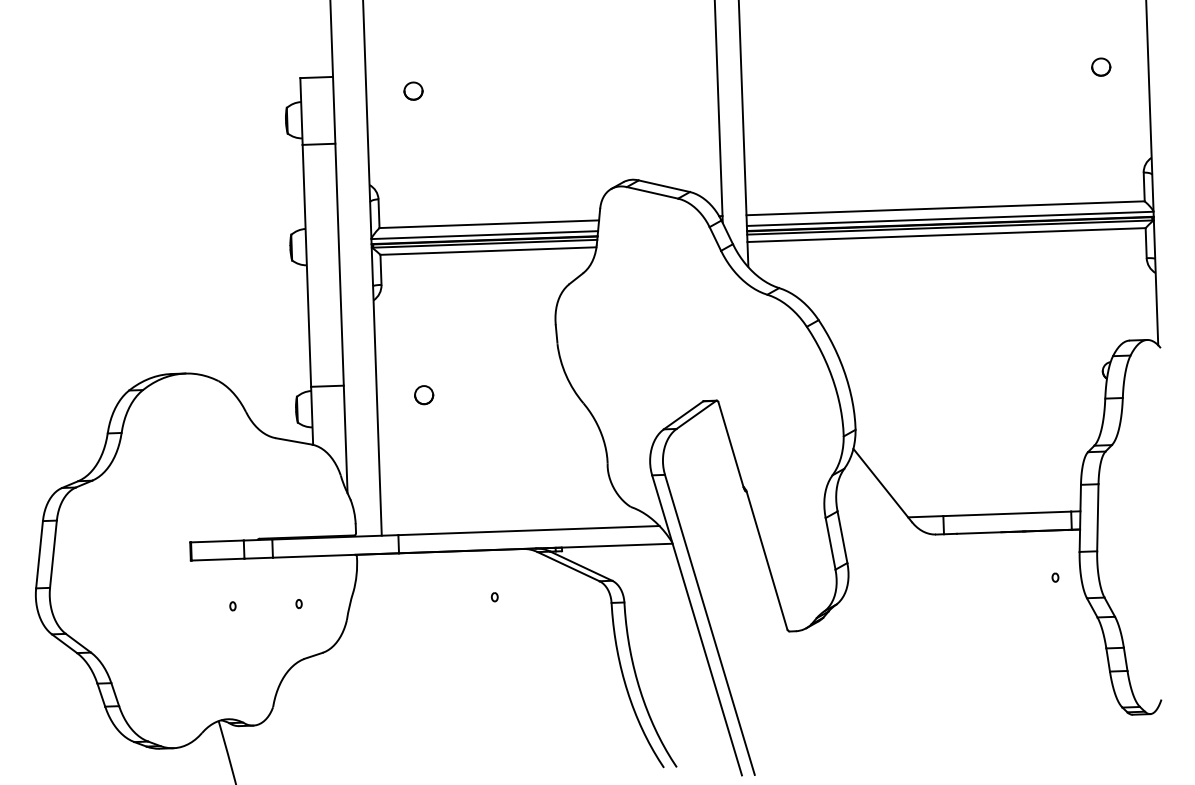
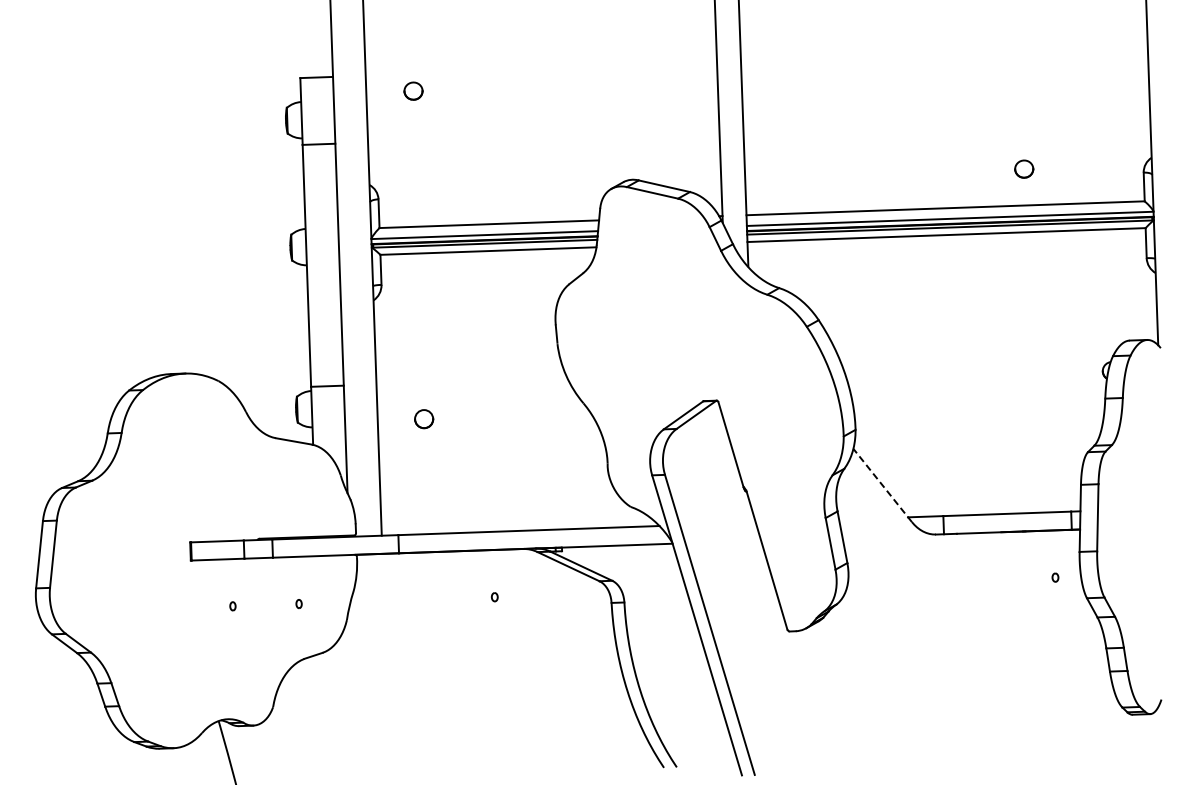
part at (1101, 66) position: (1101, 66) -> (1024, 168)
circle at (424, 395) position: (424, 395) -> (424, 419)
line at (882, 485): solid -> dashed
